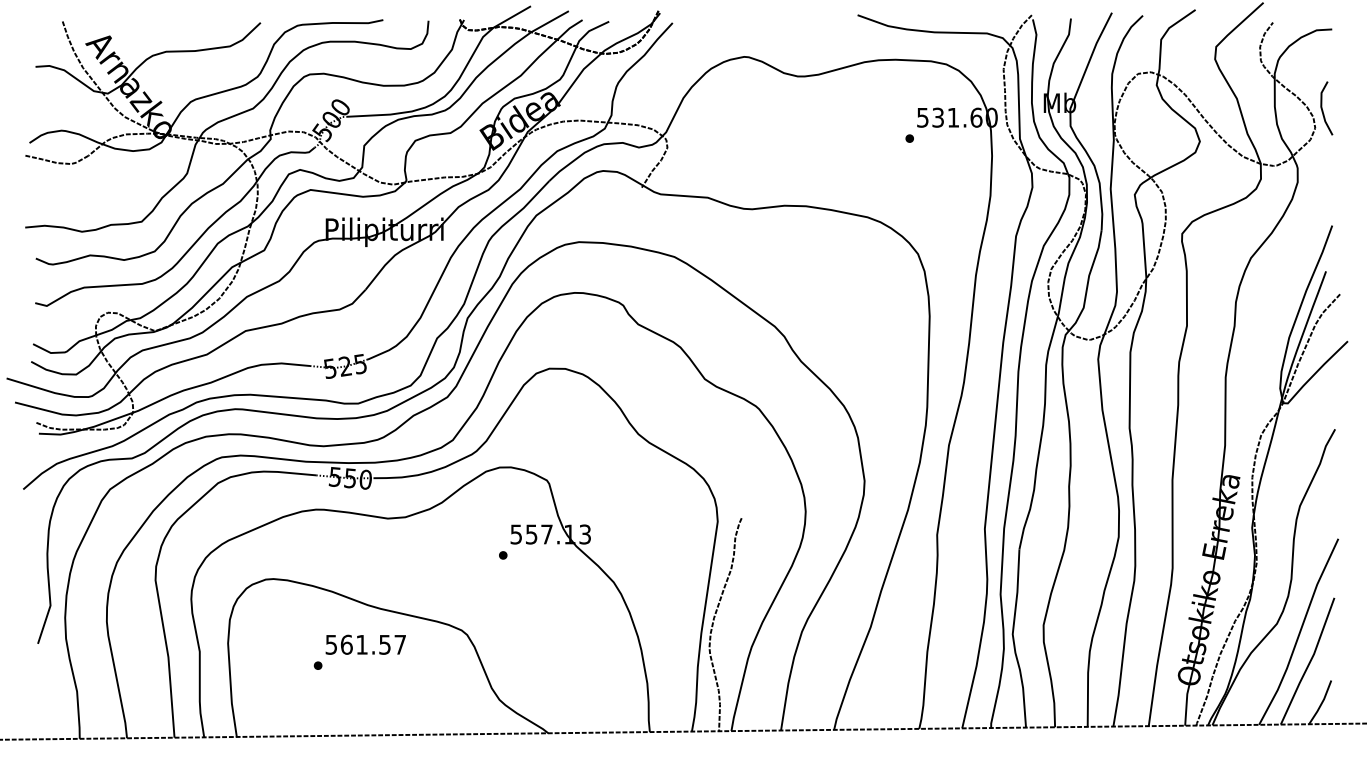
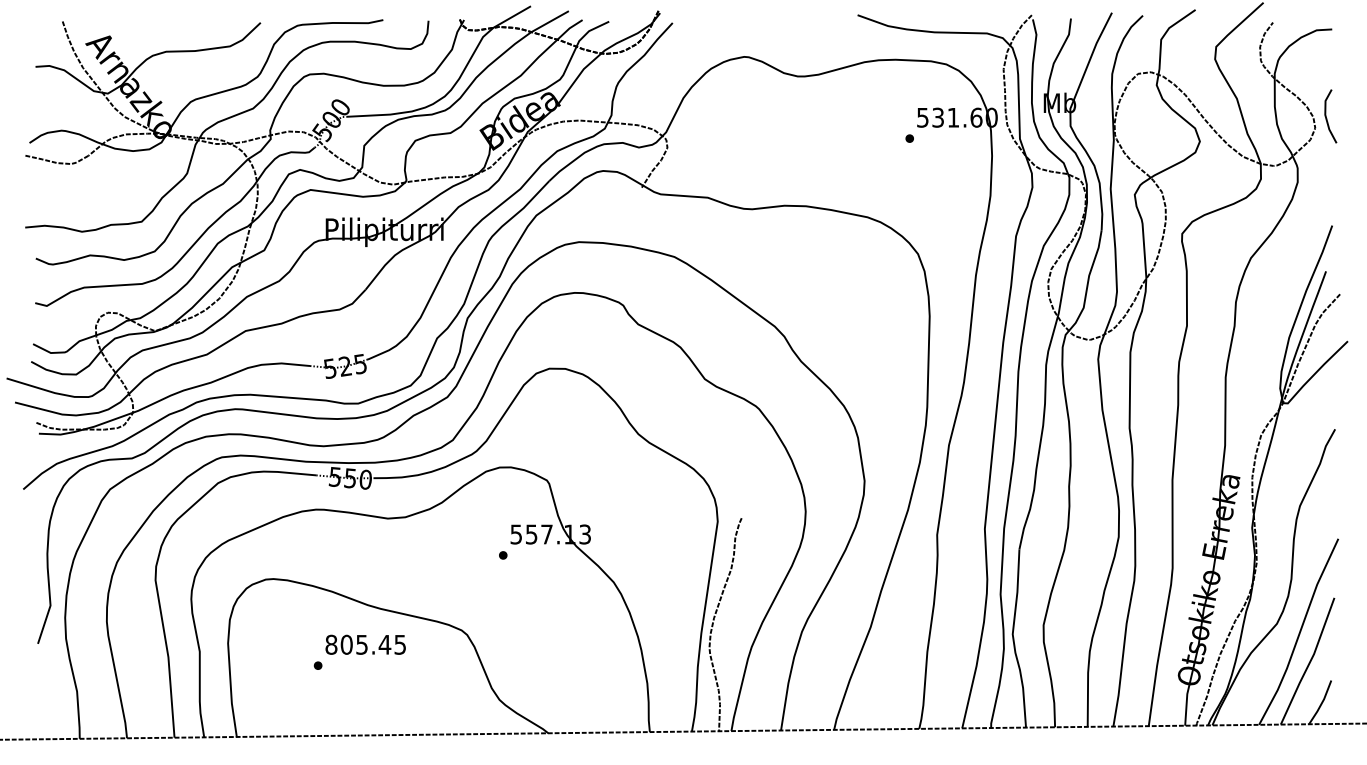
line at (1323, 110) position: (1323, 110) -> (1327, 118)
text at (365, 644): 561.57 -> 805.45
